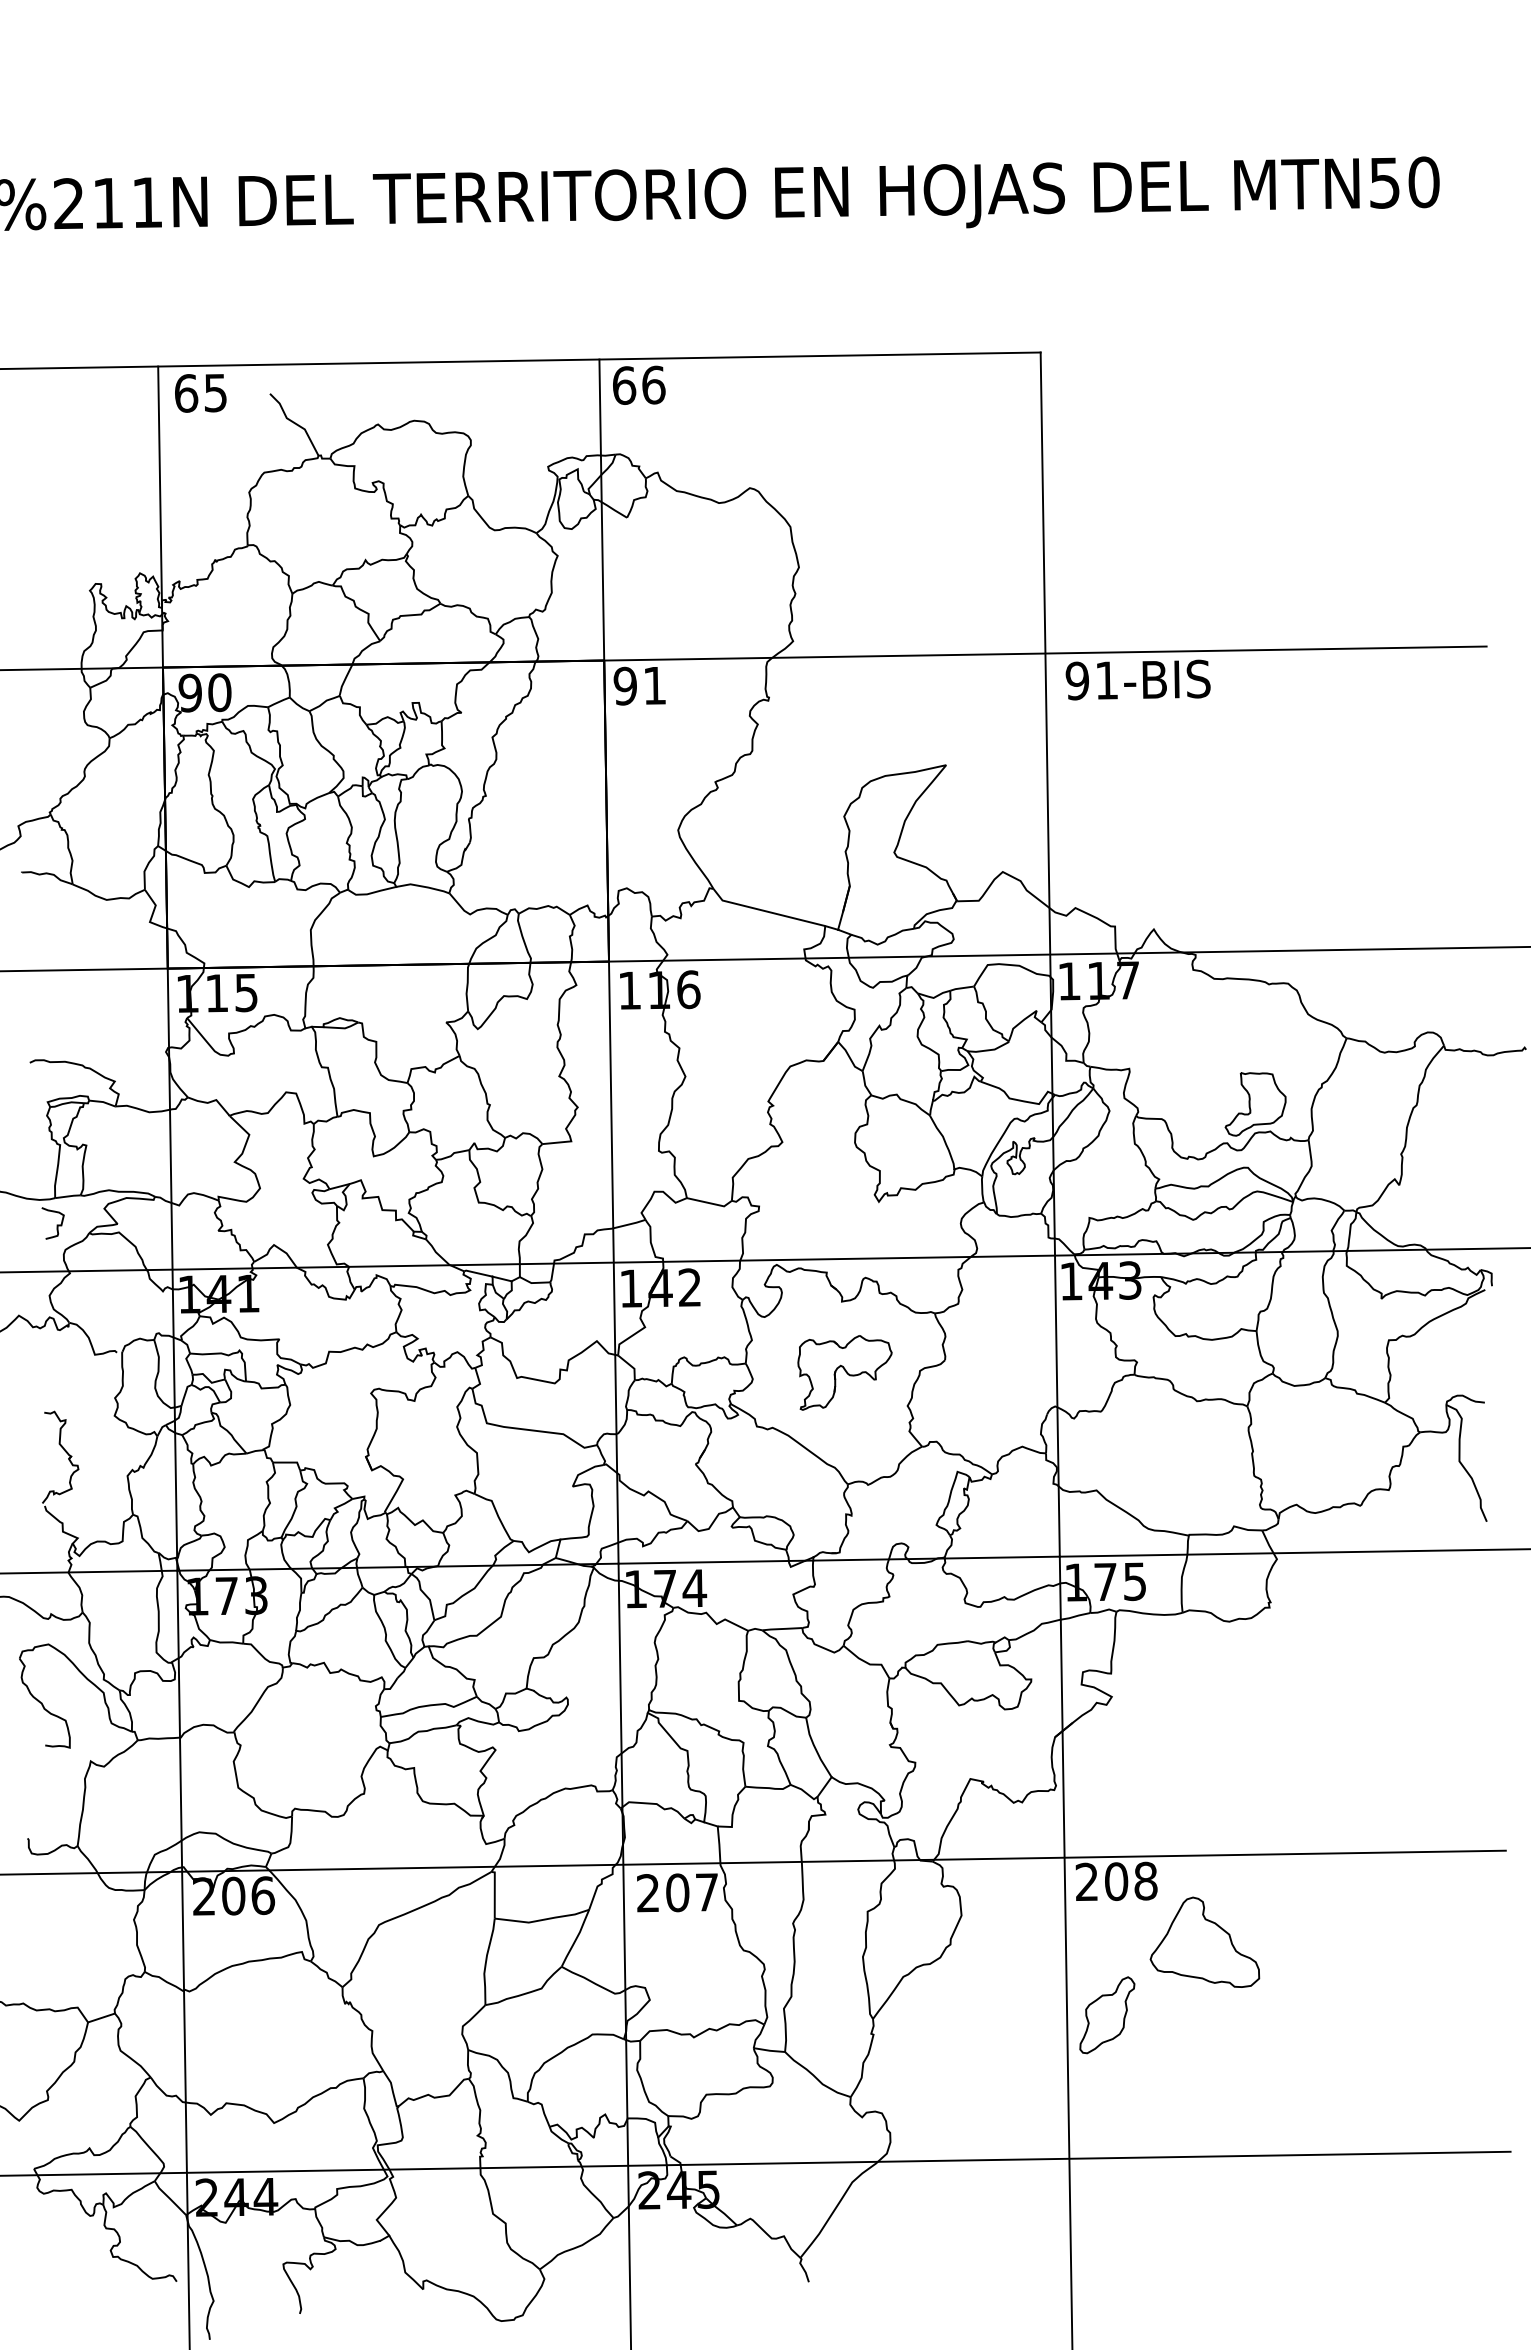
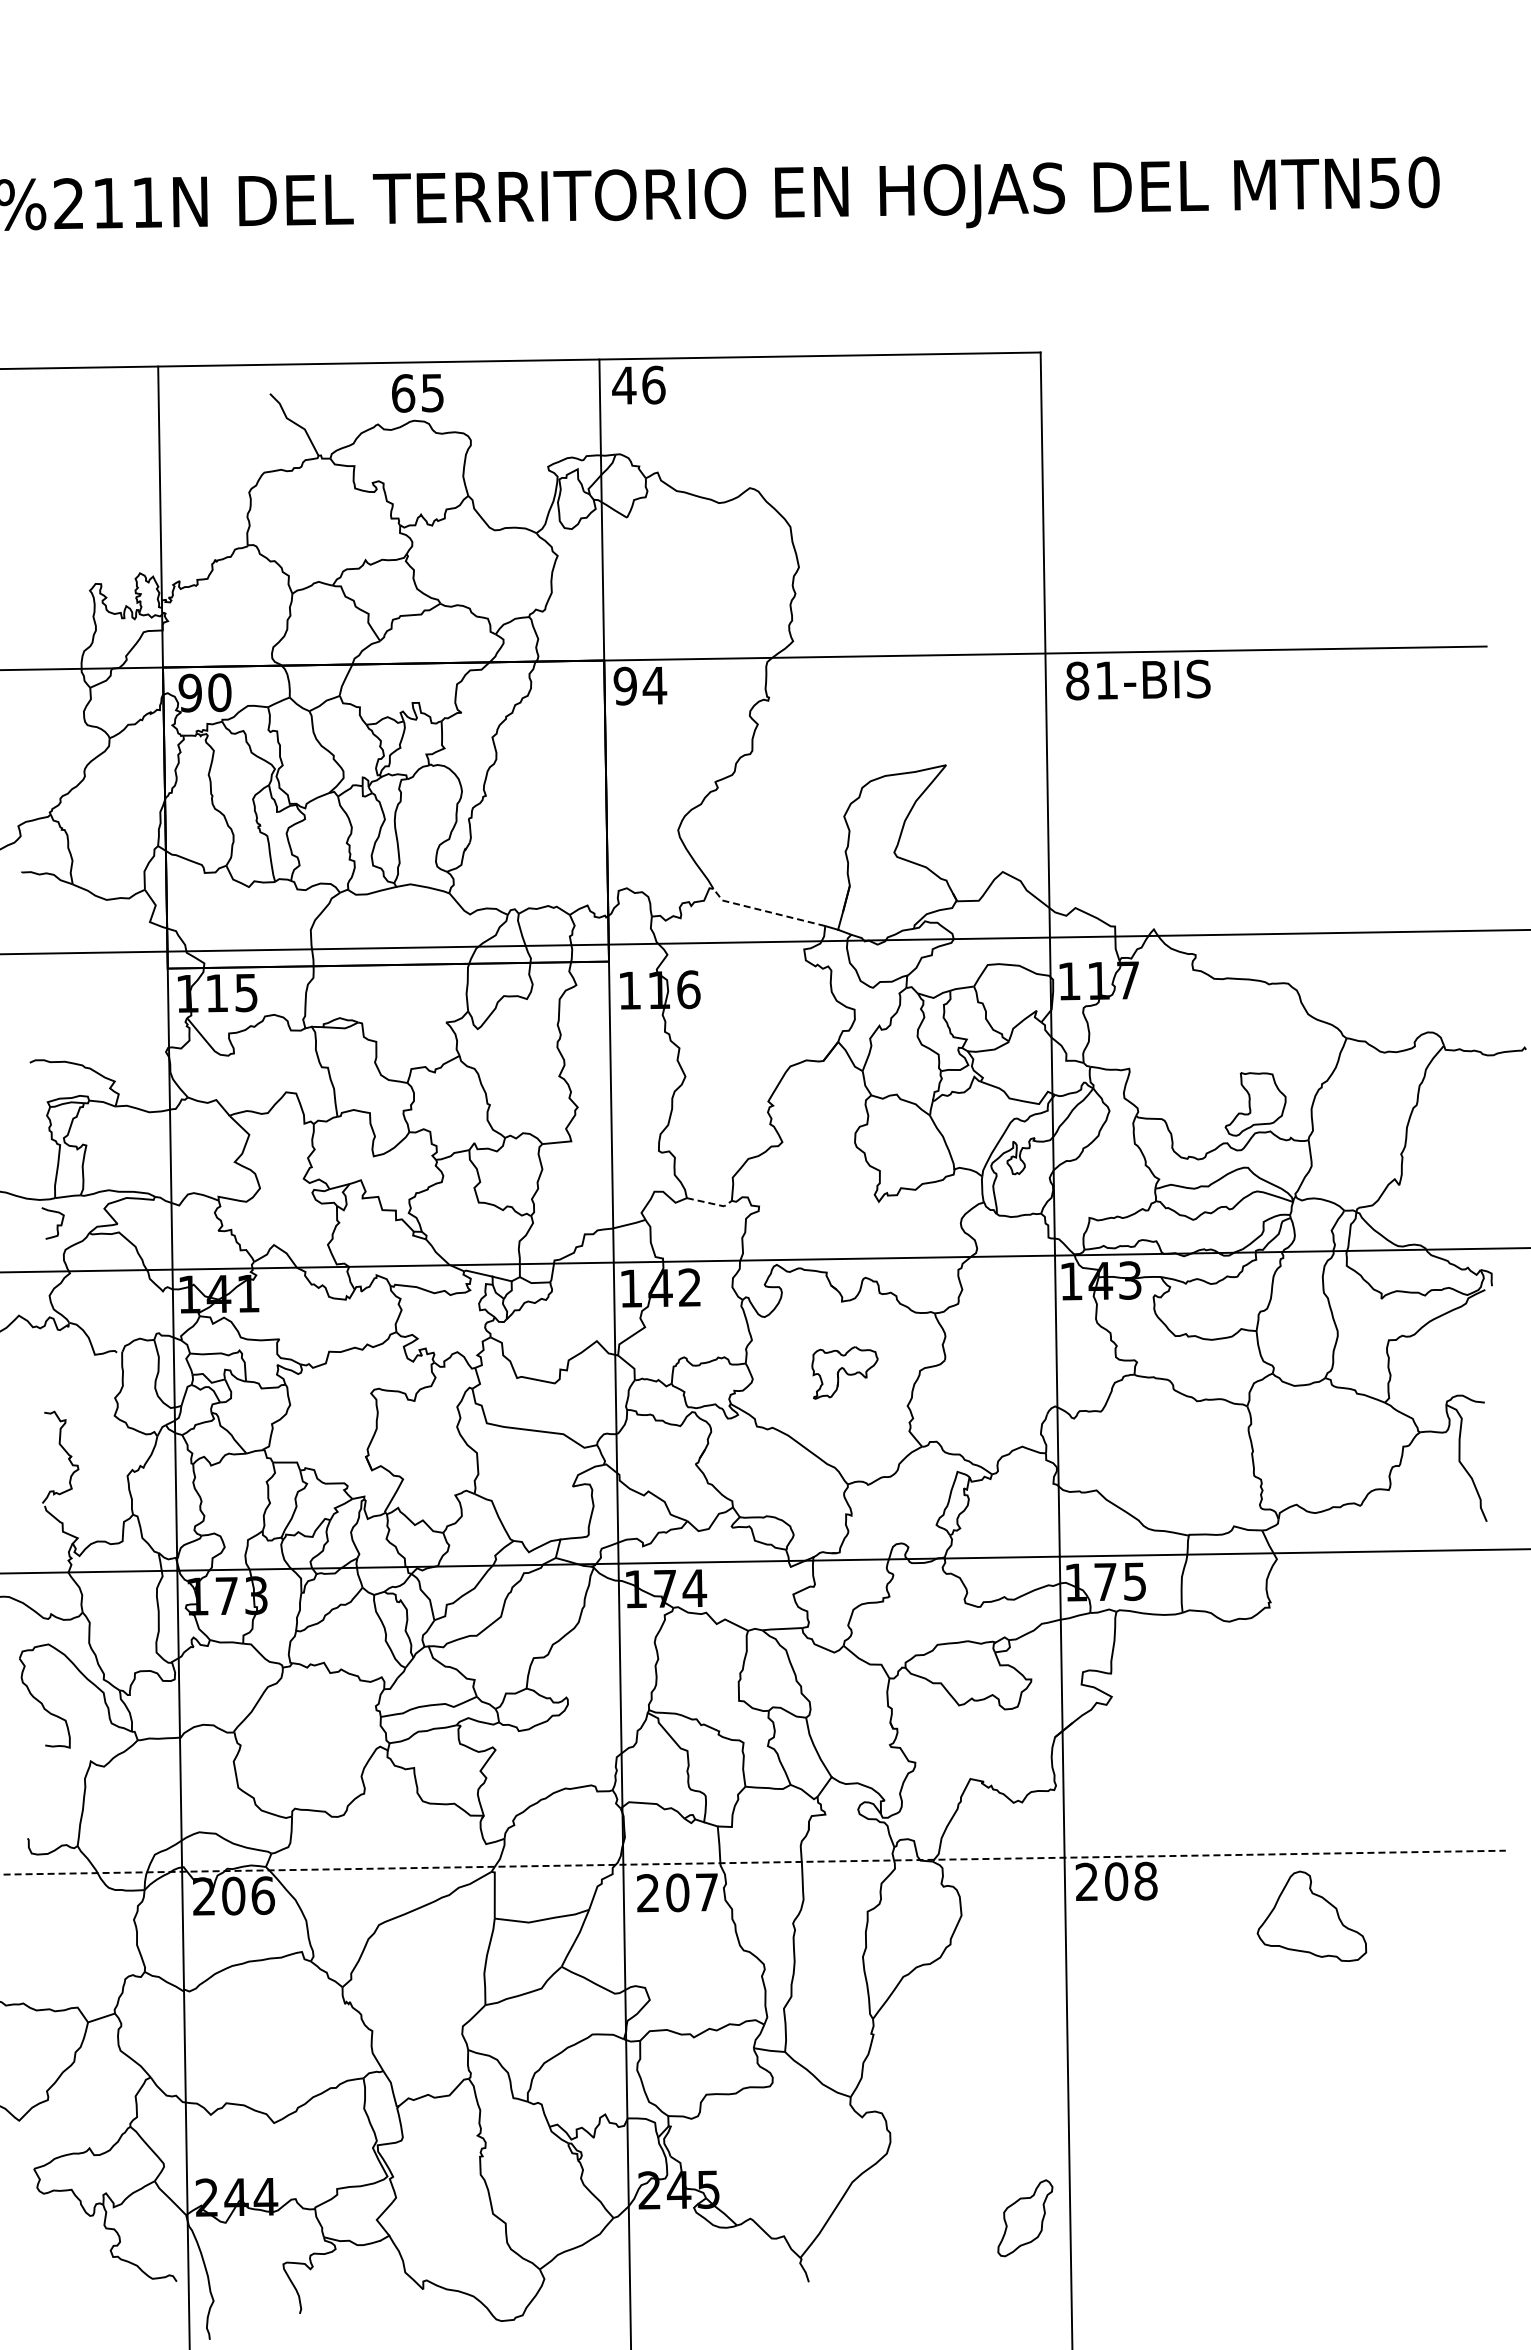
text at (624, 385): 66 -> 46
text at (200, 393) position: (200, 393) -> (417, 393)
text at (1077, 680): 91-BIS -> 81-BIS
text at (654, 685): 91 -> 94
line at (766, 911): solid -> dashed
line at (764, 959) position: (764, 959) -> (764, 942)
line at (710, 1203): solid -> dashed
part at (844, 1372) size: 96x76 px -> 68x54 px
line at (753, 1862): solid -> dashed
part at (1204, 1941) position: (1204, 1941) -> (1311, 1915)
part at (1107, 2015) position: (1107, 2015) -> (1025, 2218)
line at (756, 2163): present -> none
